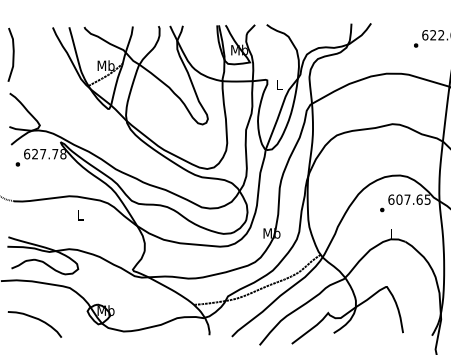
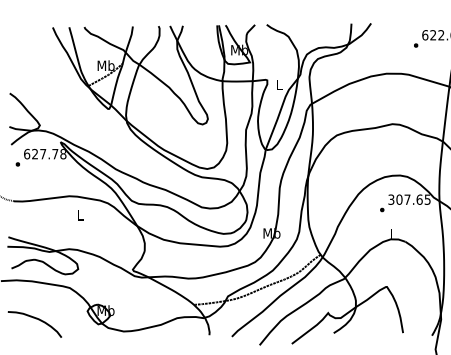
line at (12, 54): present -> none
text at (391, 199): 607.65 -> 307.65
